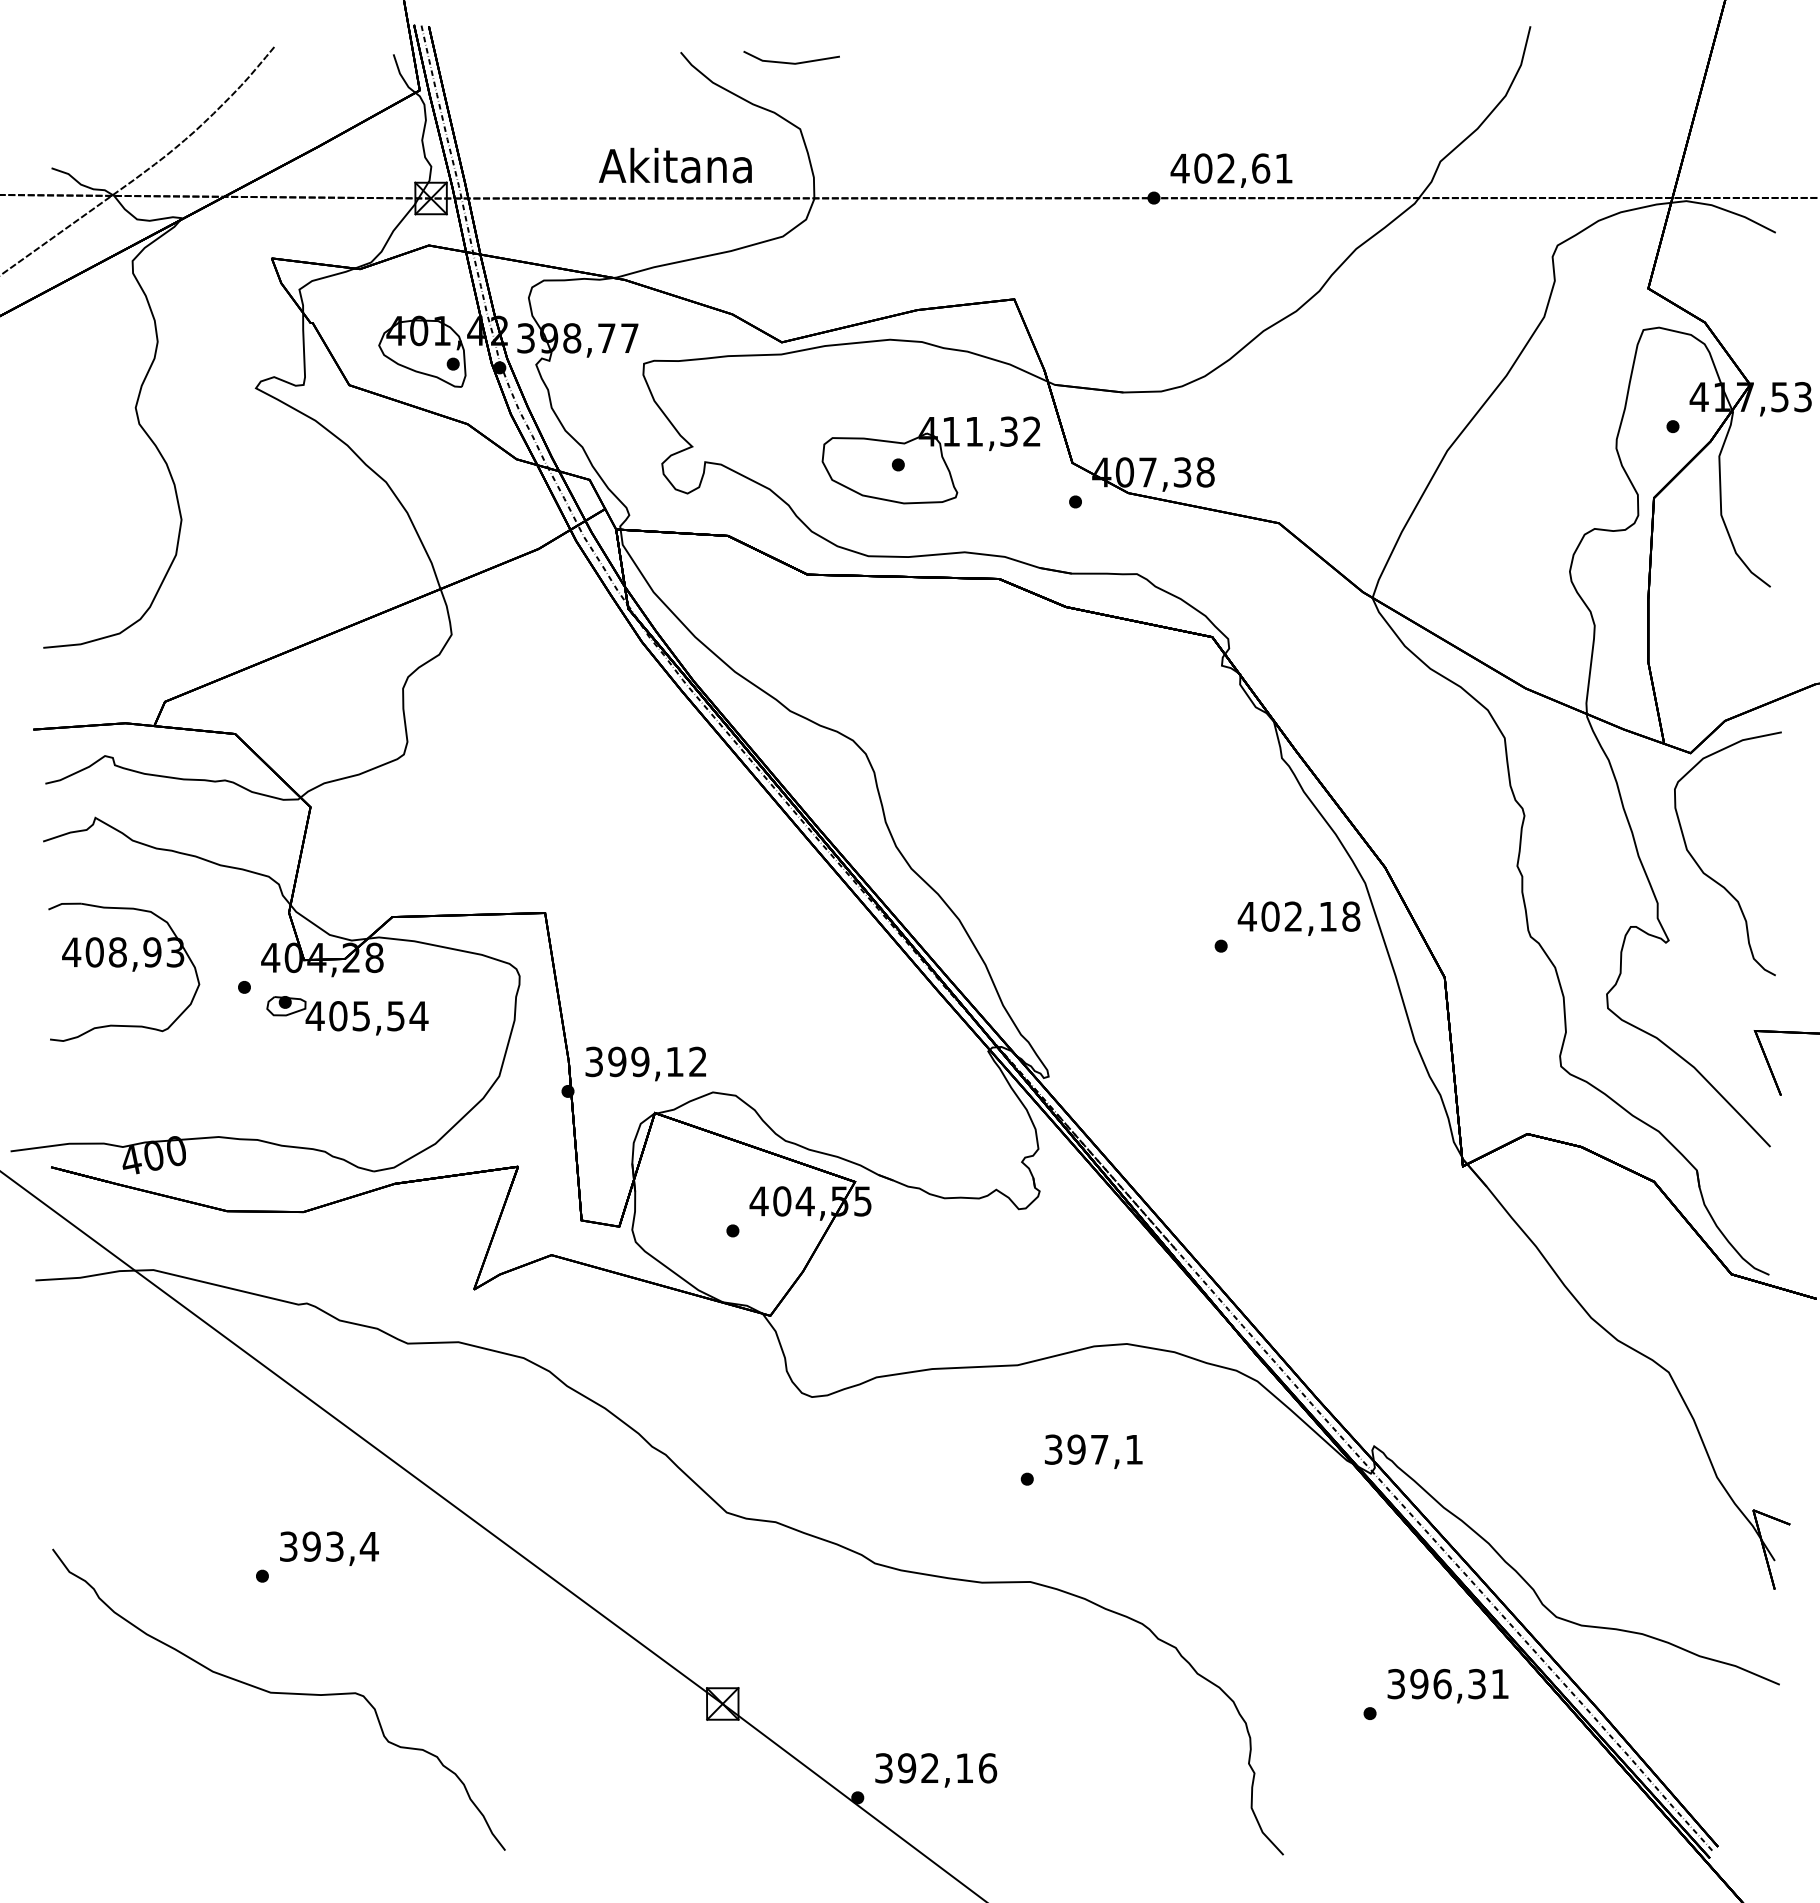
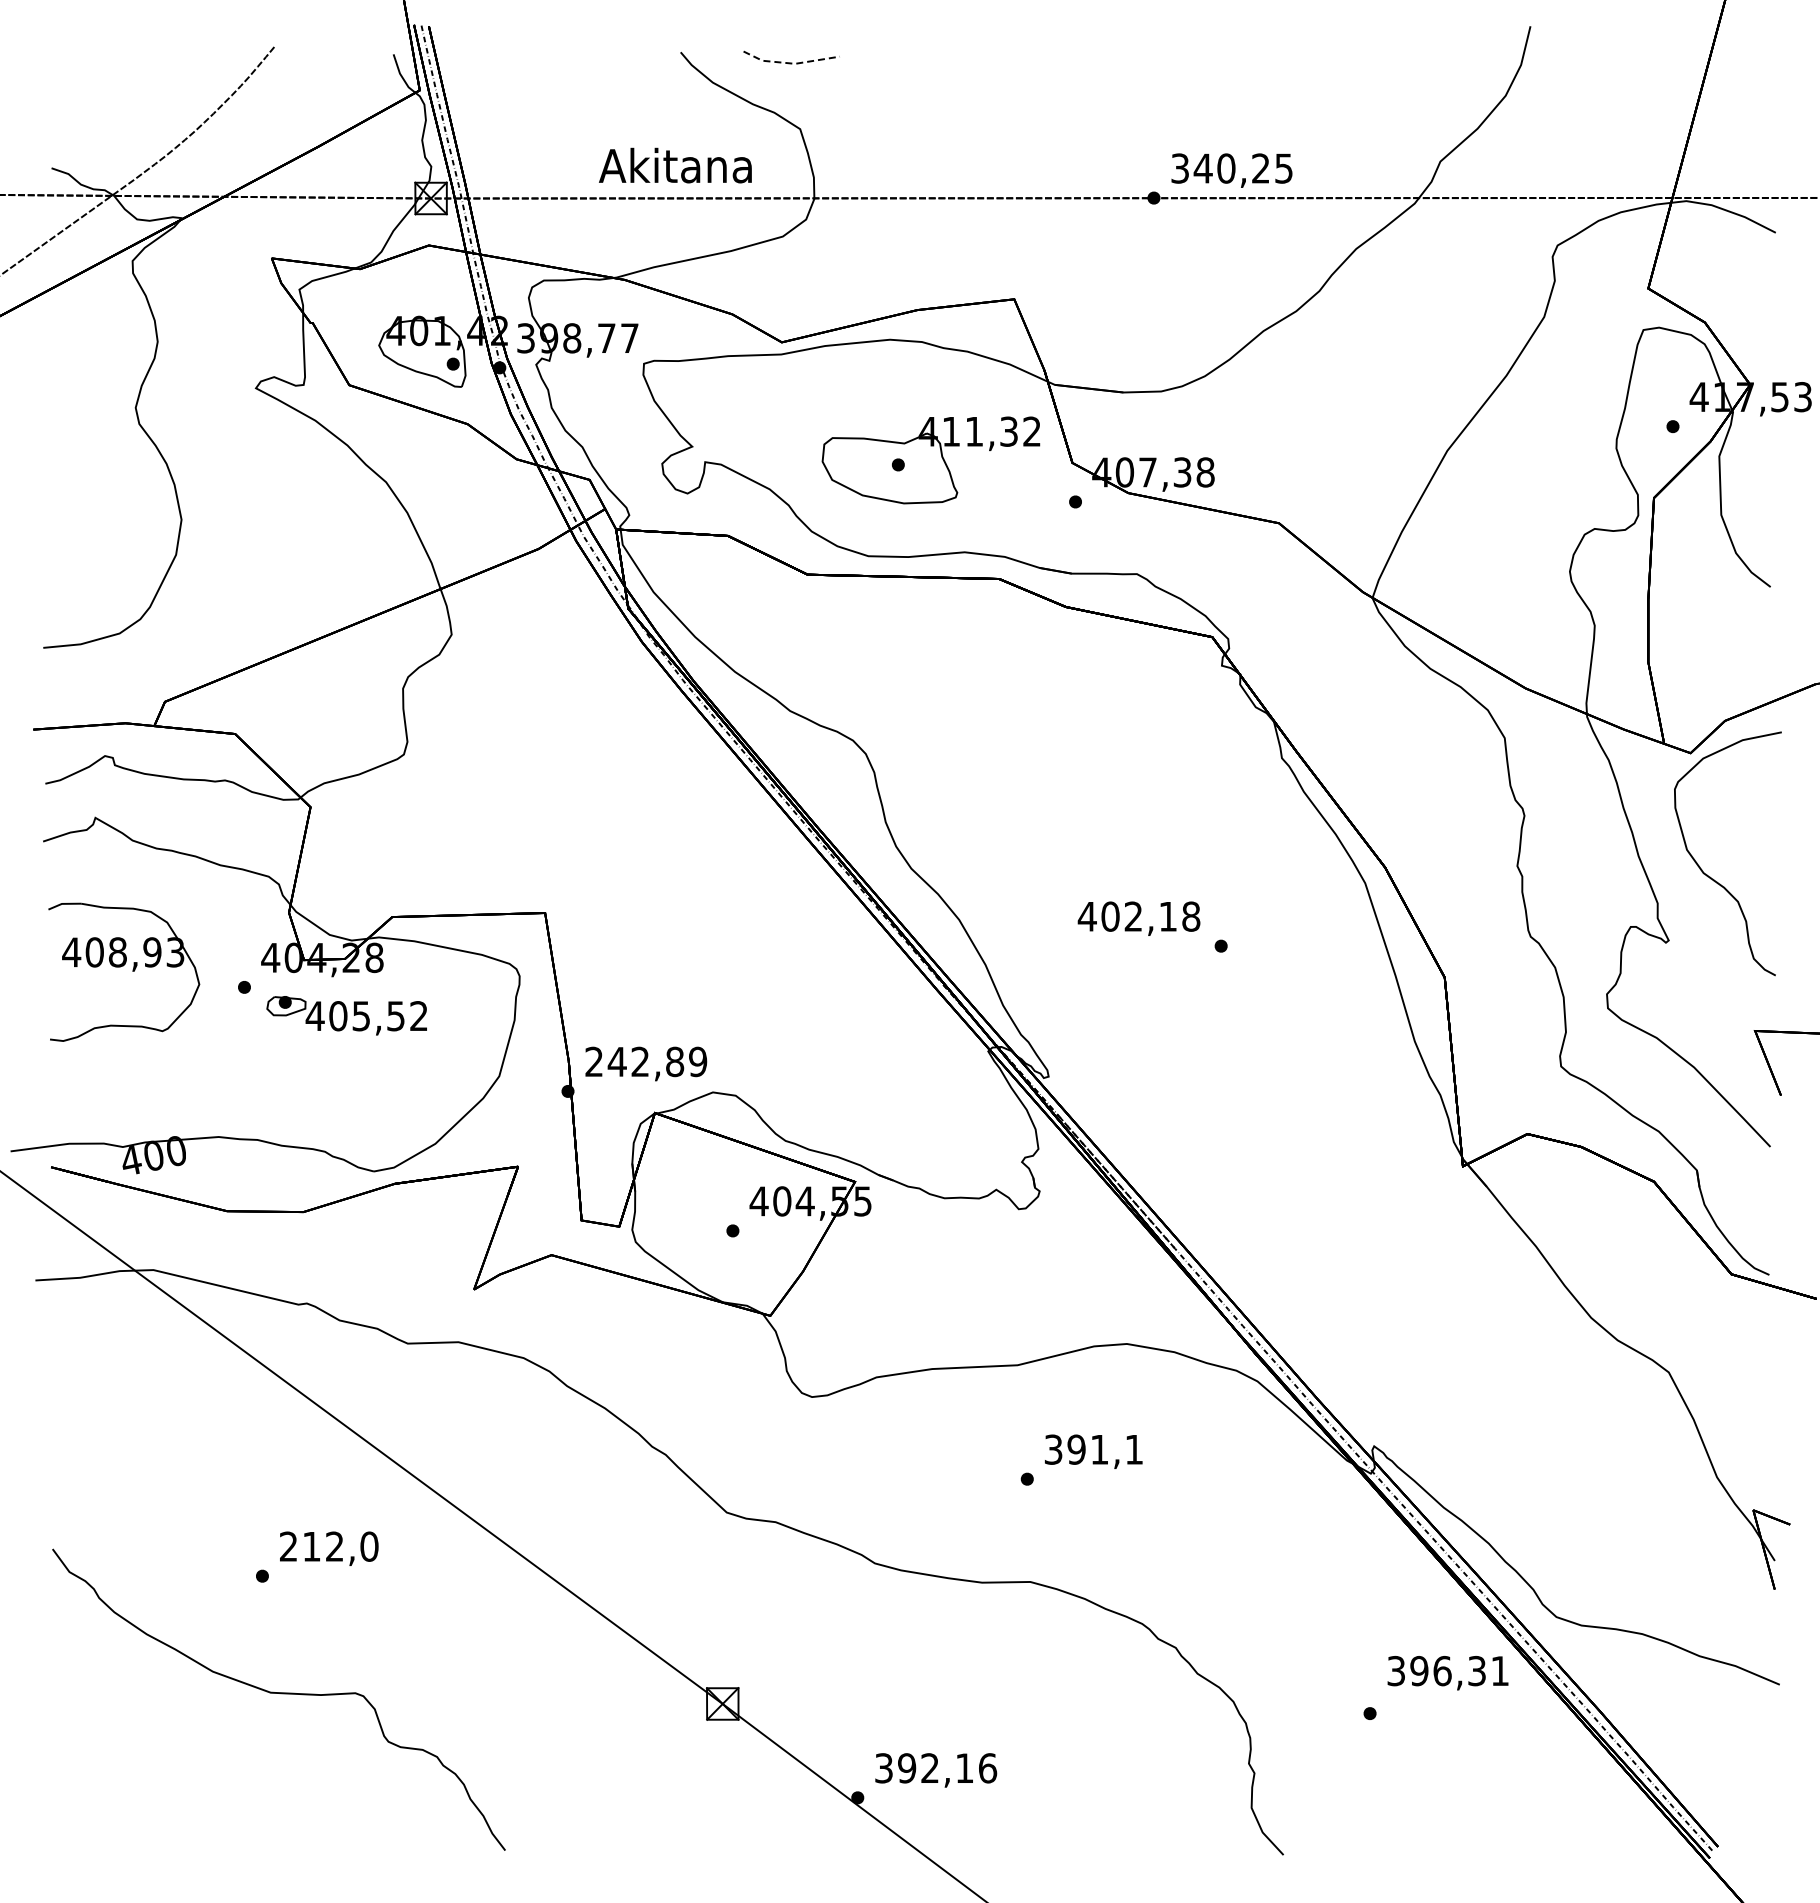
line at (791, 63): solid -> dashed
text at (1231, 168): 402,61 -> 340,25
text at (1298, 918) position: (1298, 918) -> (1138, 918)
text at (418, 1015): 405,54 -> 405,52
text at (646, 1061): 399,12 -> 242,89
text at (1099, 1449): 397,1 -> 391,1
text at (329, 1546): 393,4 -> 212,0
text at (1447, 1686) position: (1447, 1686) -> (1447, 1673)
